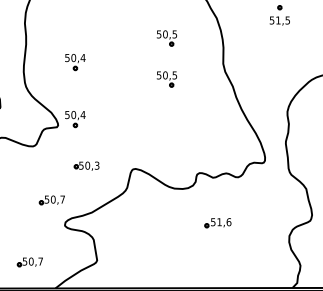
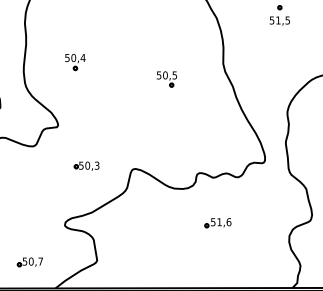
part at (166, 38): present -> none
part at (75, 119): present -> none
part at (51, 200): present -> none
